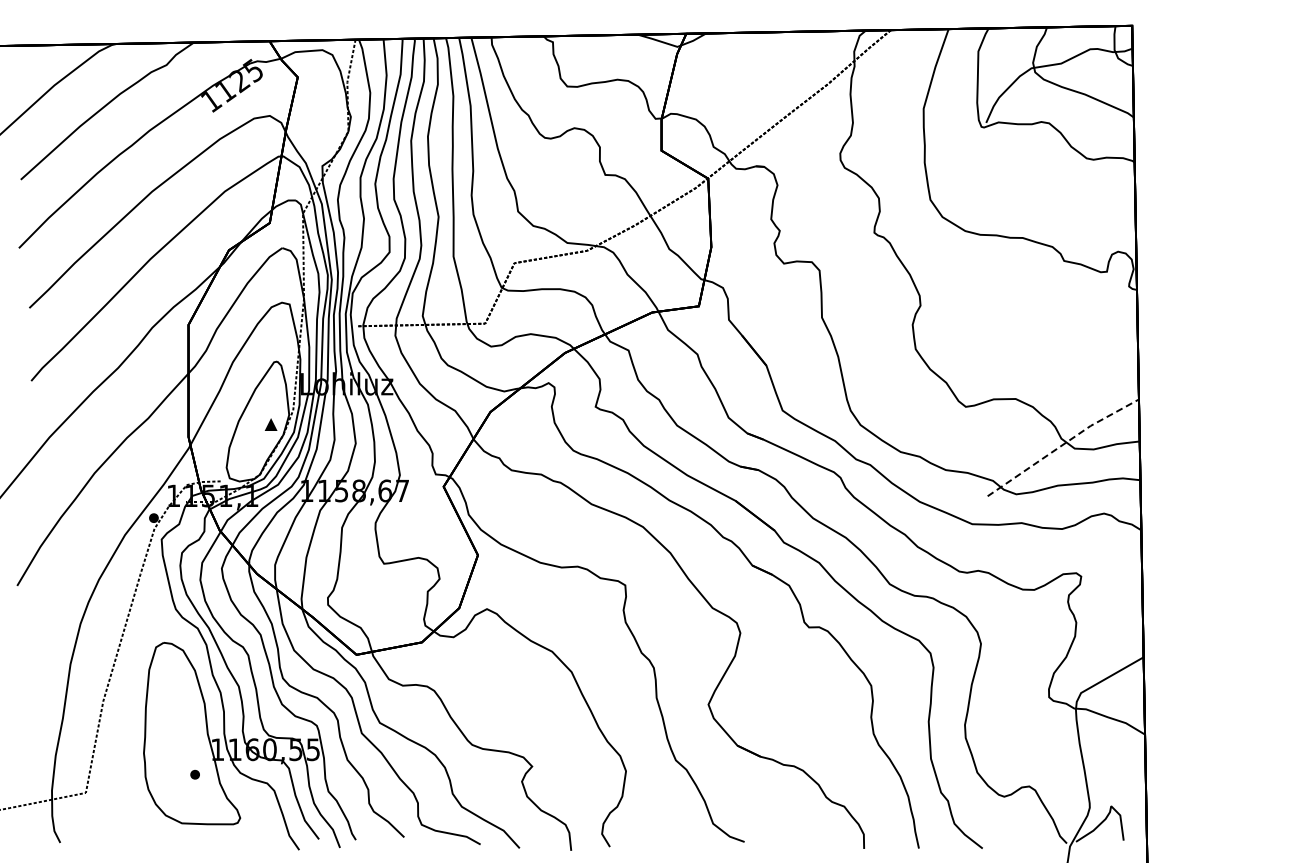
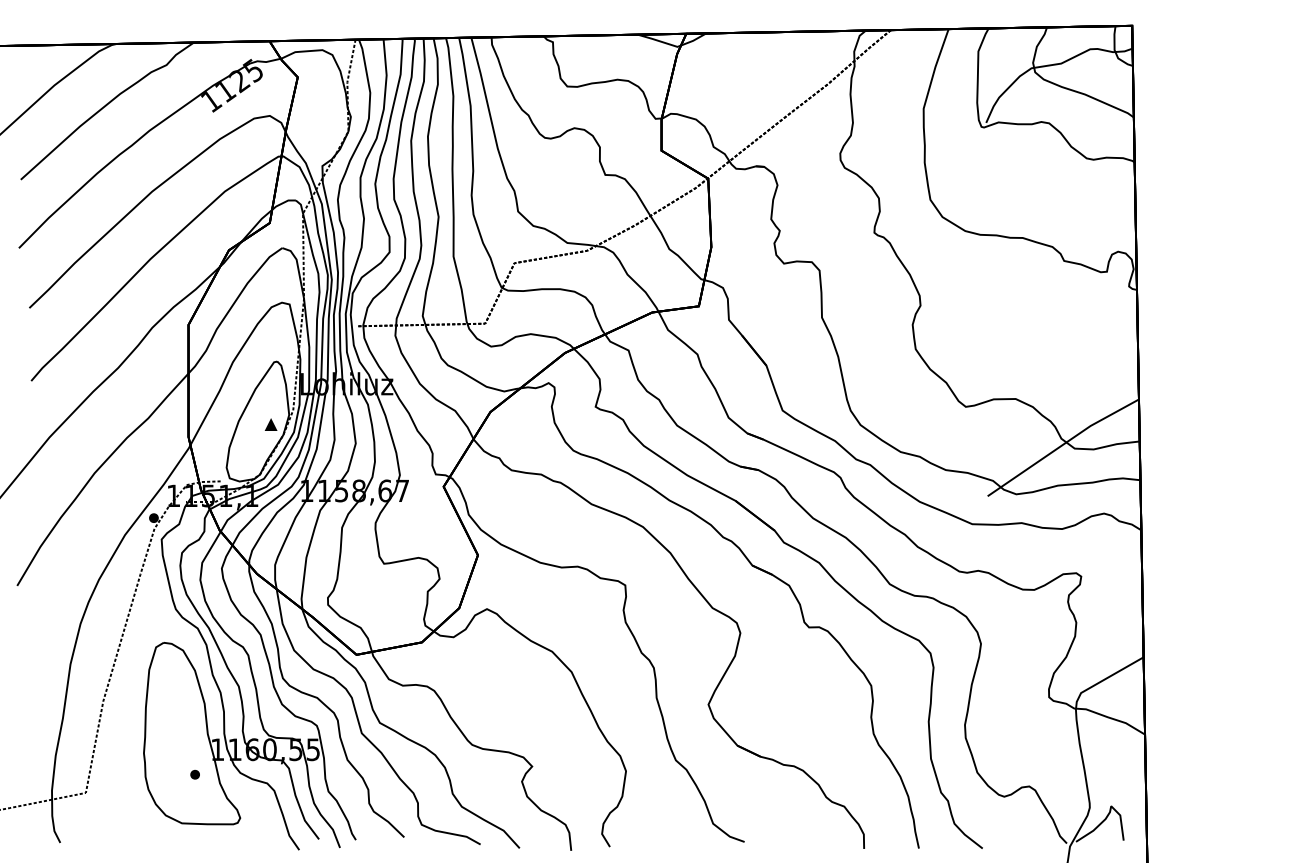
line at (1062, 445): dashed -> solid
